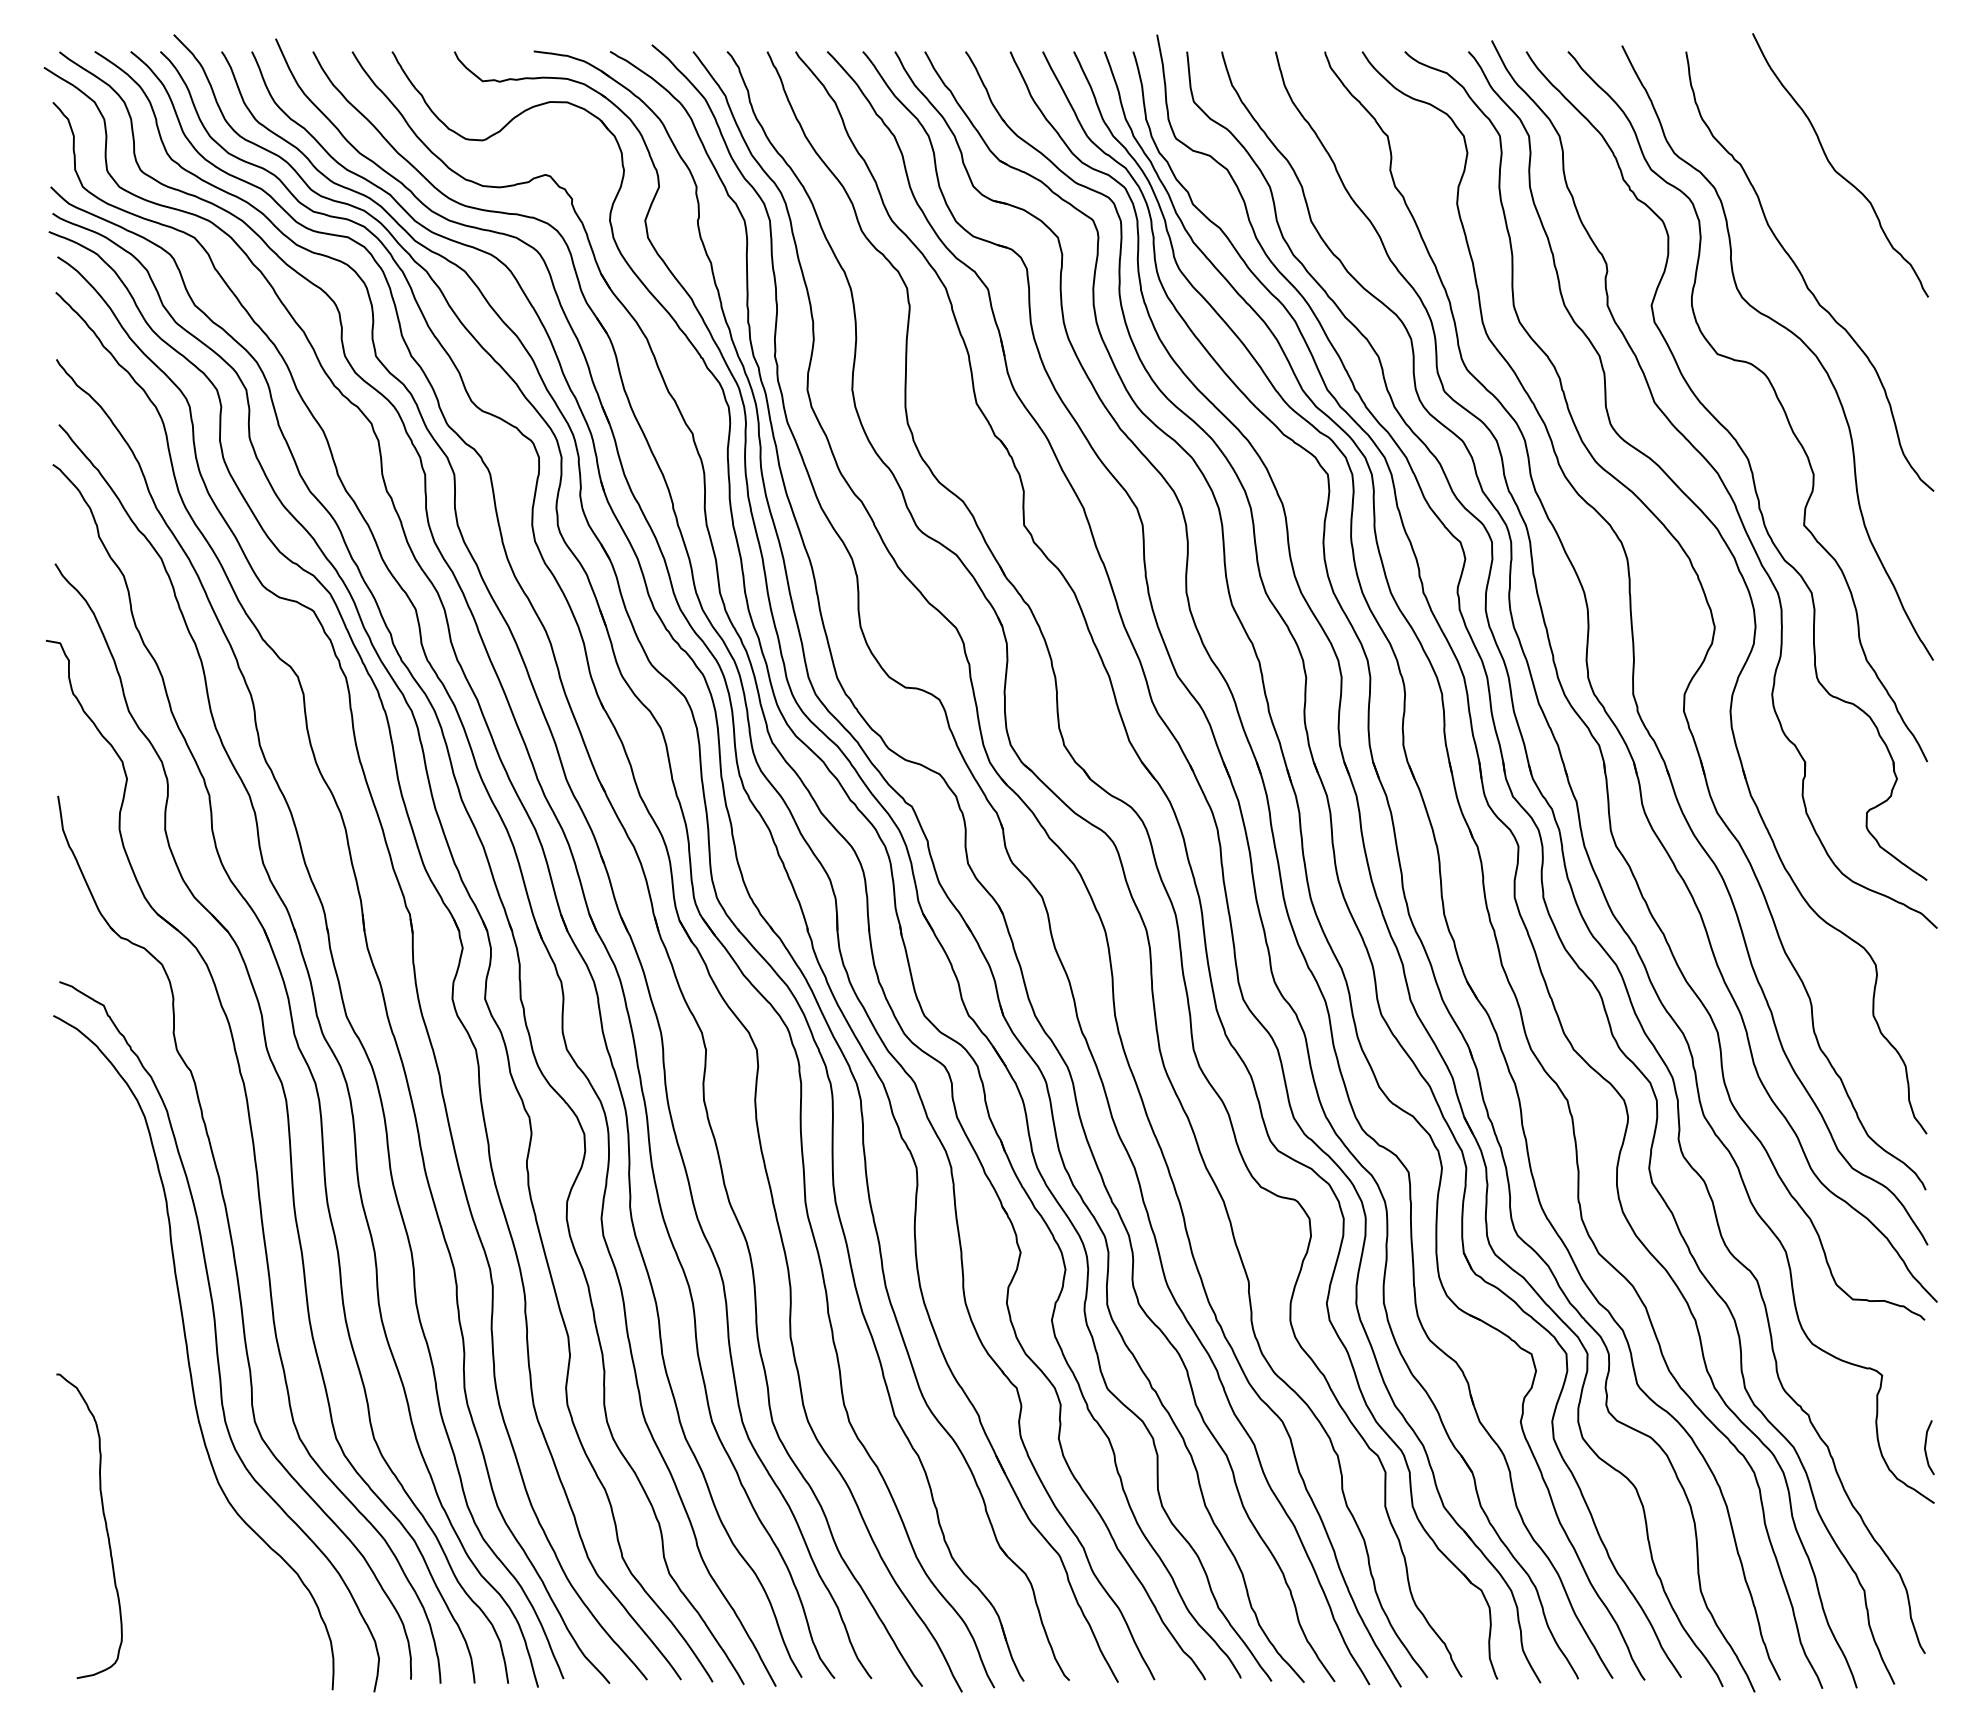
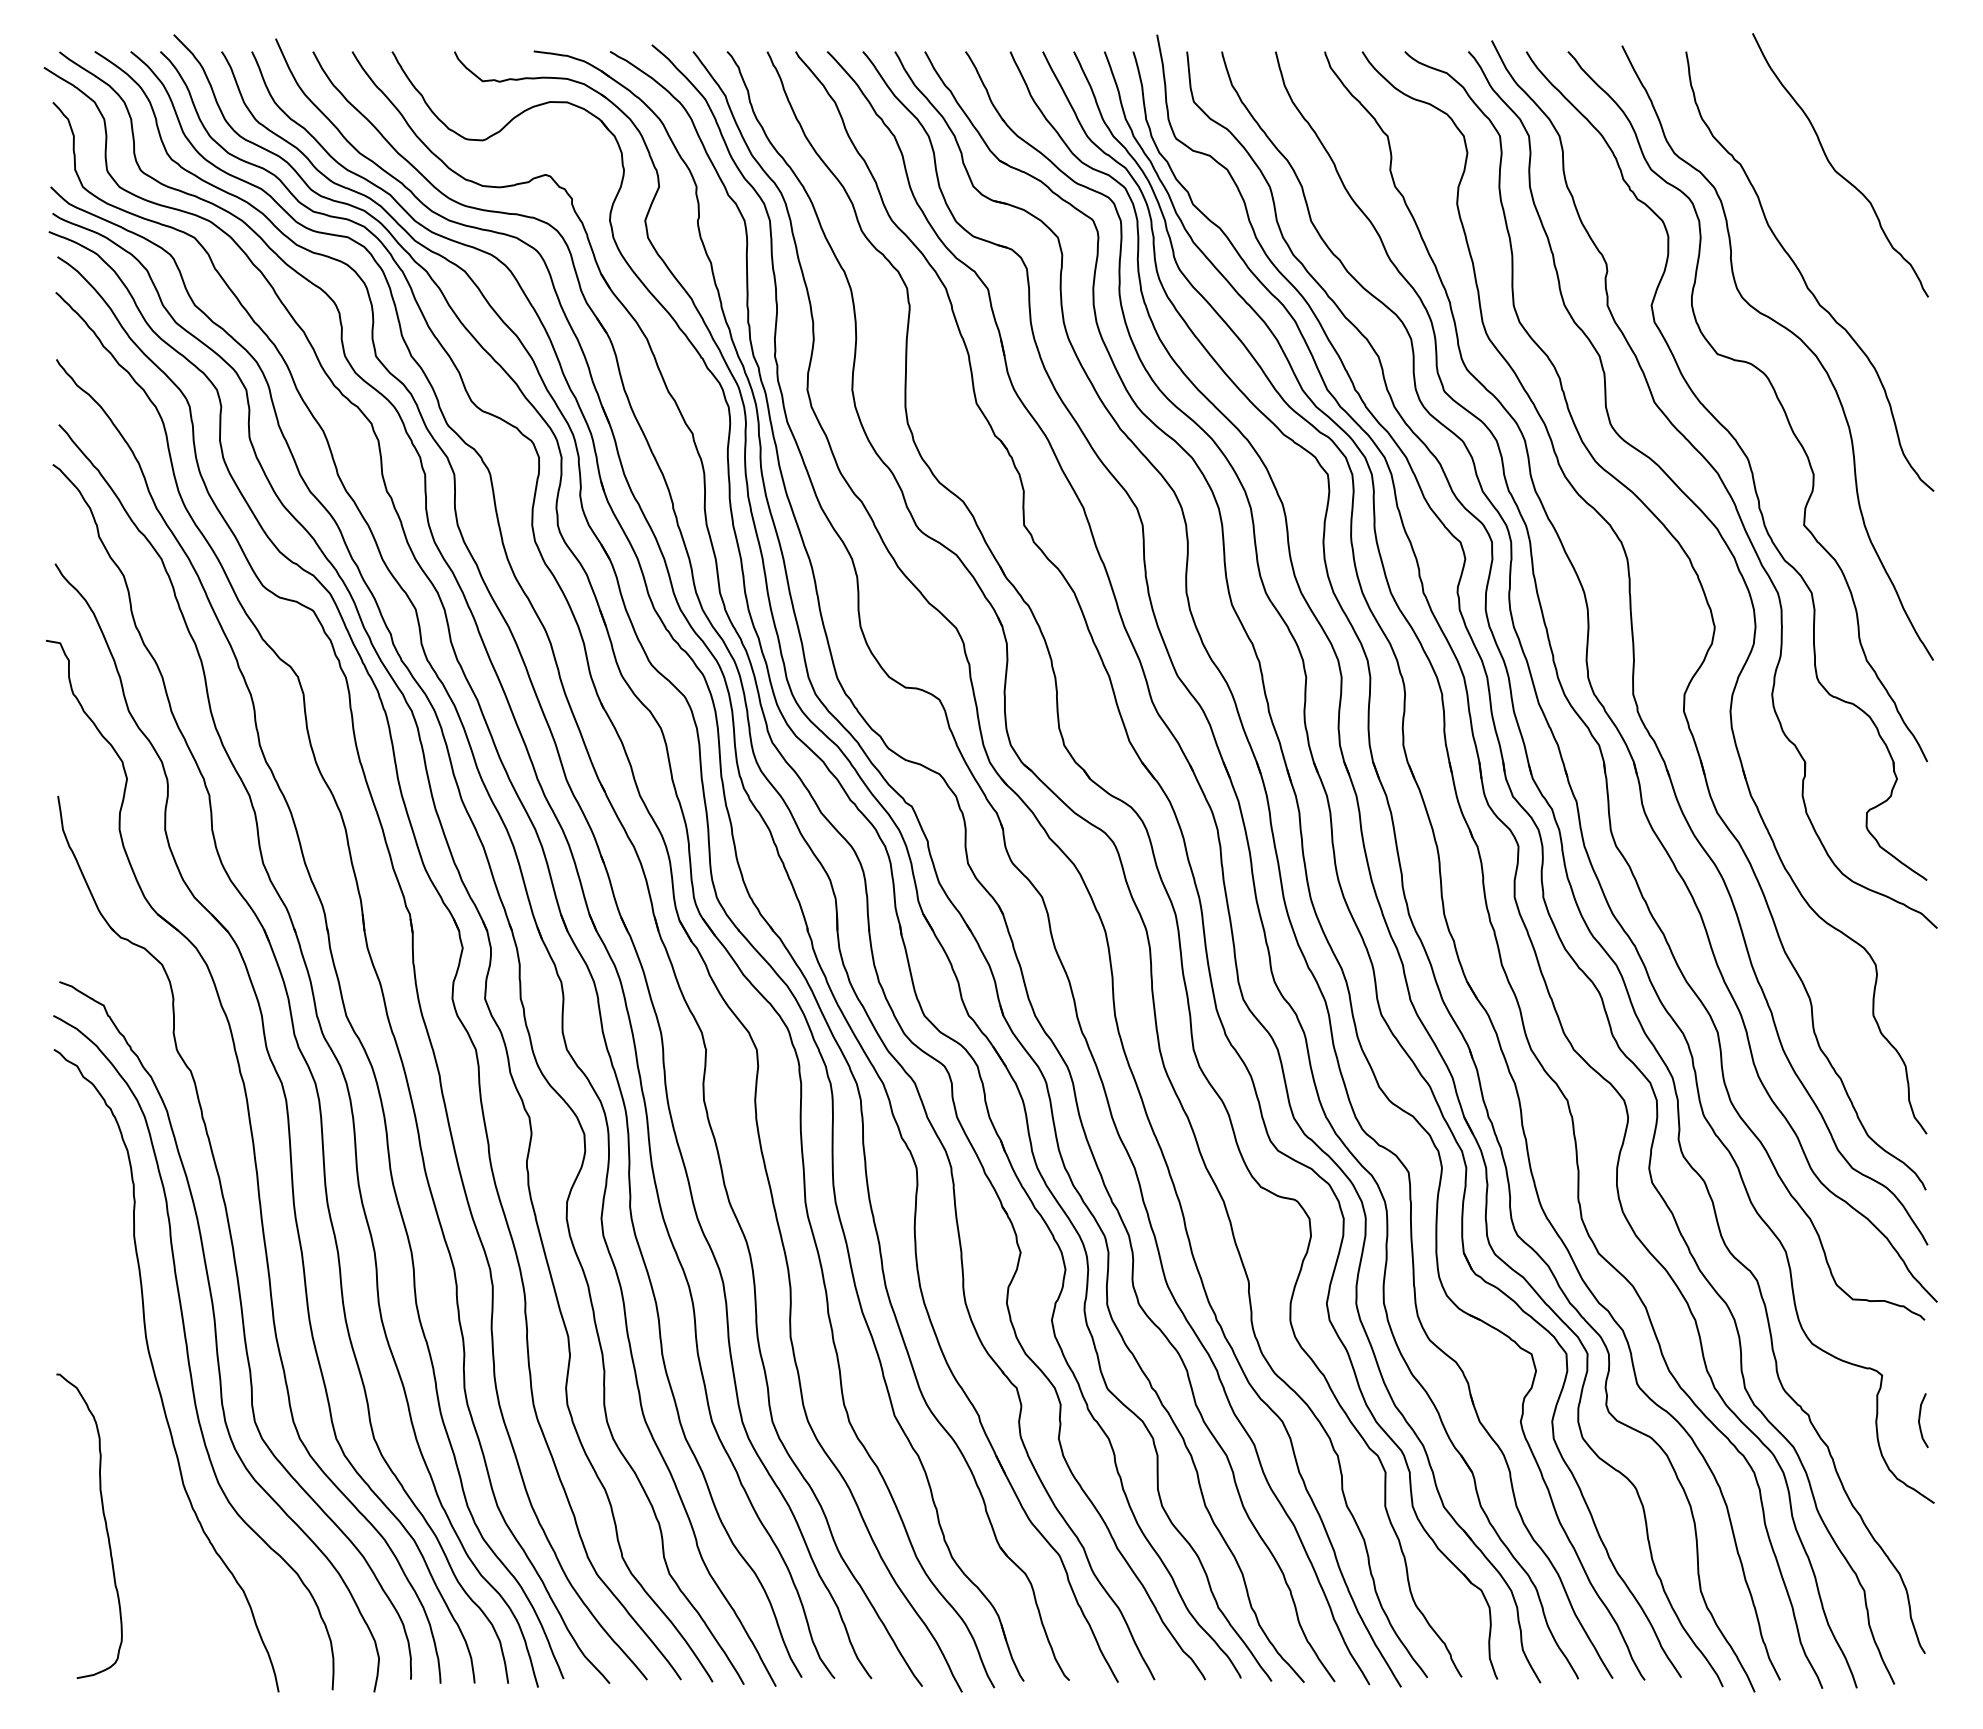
curve at (155, 1372): none -> present
curve at (1926, 1446) position: (1926, 1446) -> (1920, 1419)
